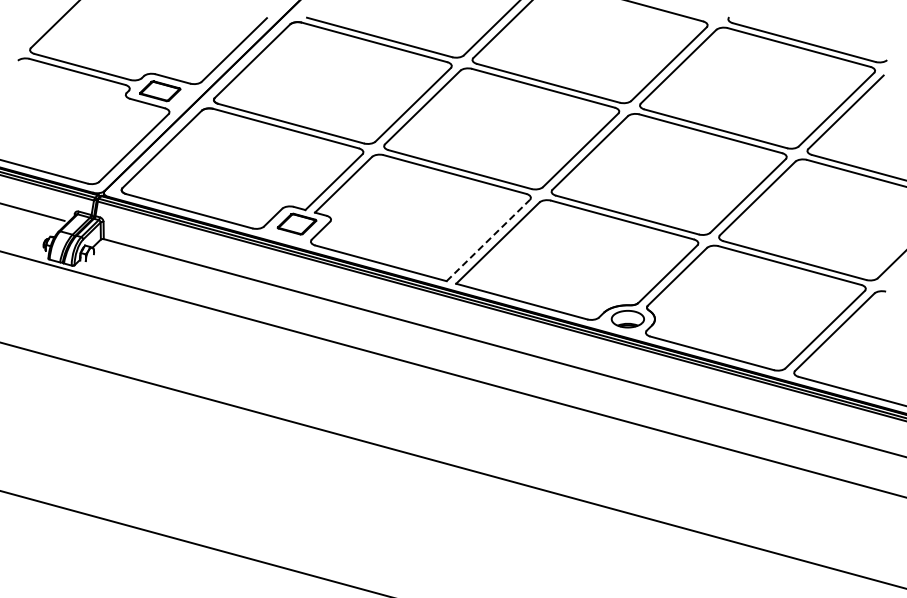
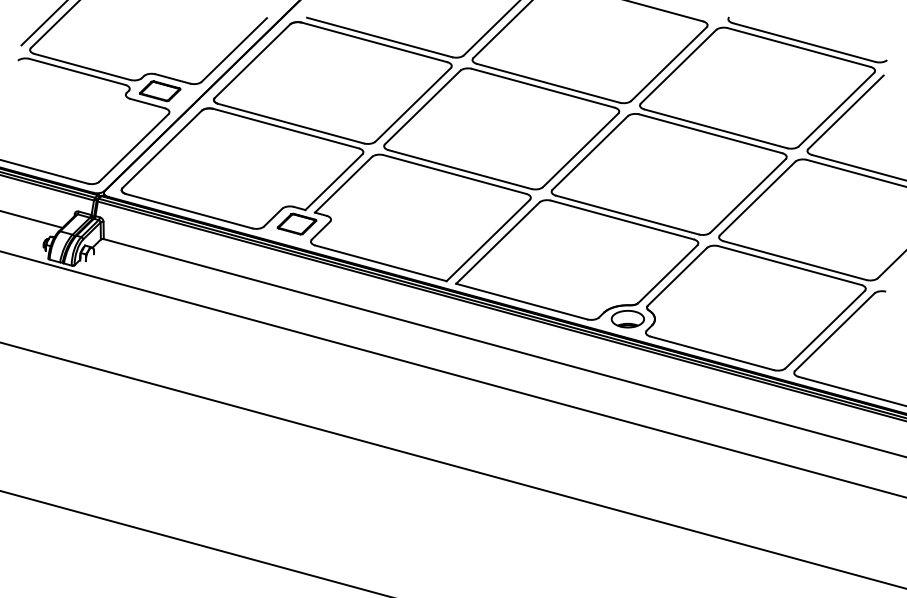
line at (43, 23): none -> present
line at (33, 212) position: (33, 212) -> (32, 219)
line at (488, 240): dashed -> solid
